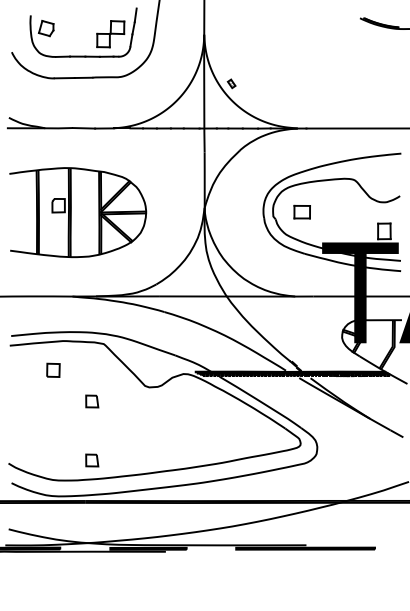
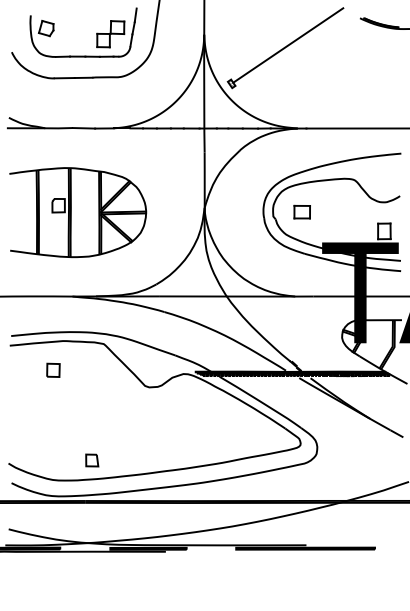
line at (288, 45): none -> present
part at (92, 401): present -> none
